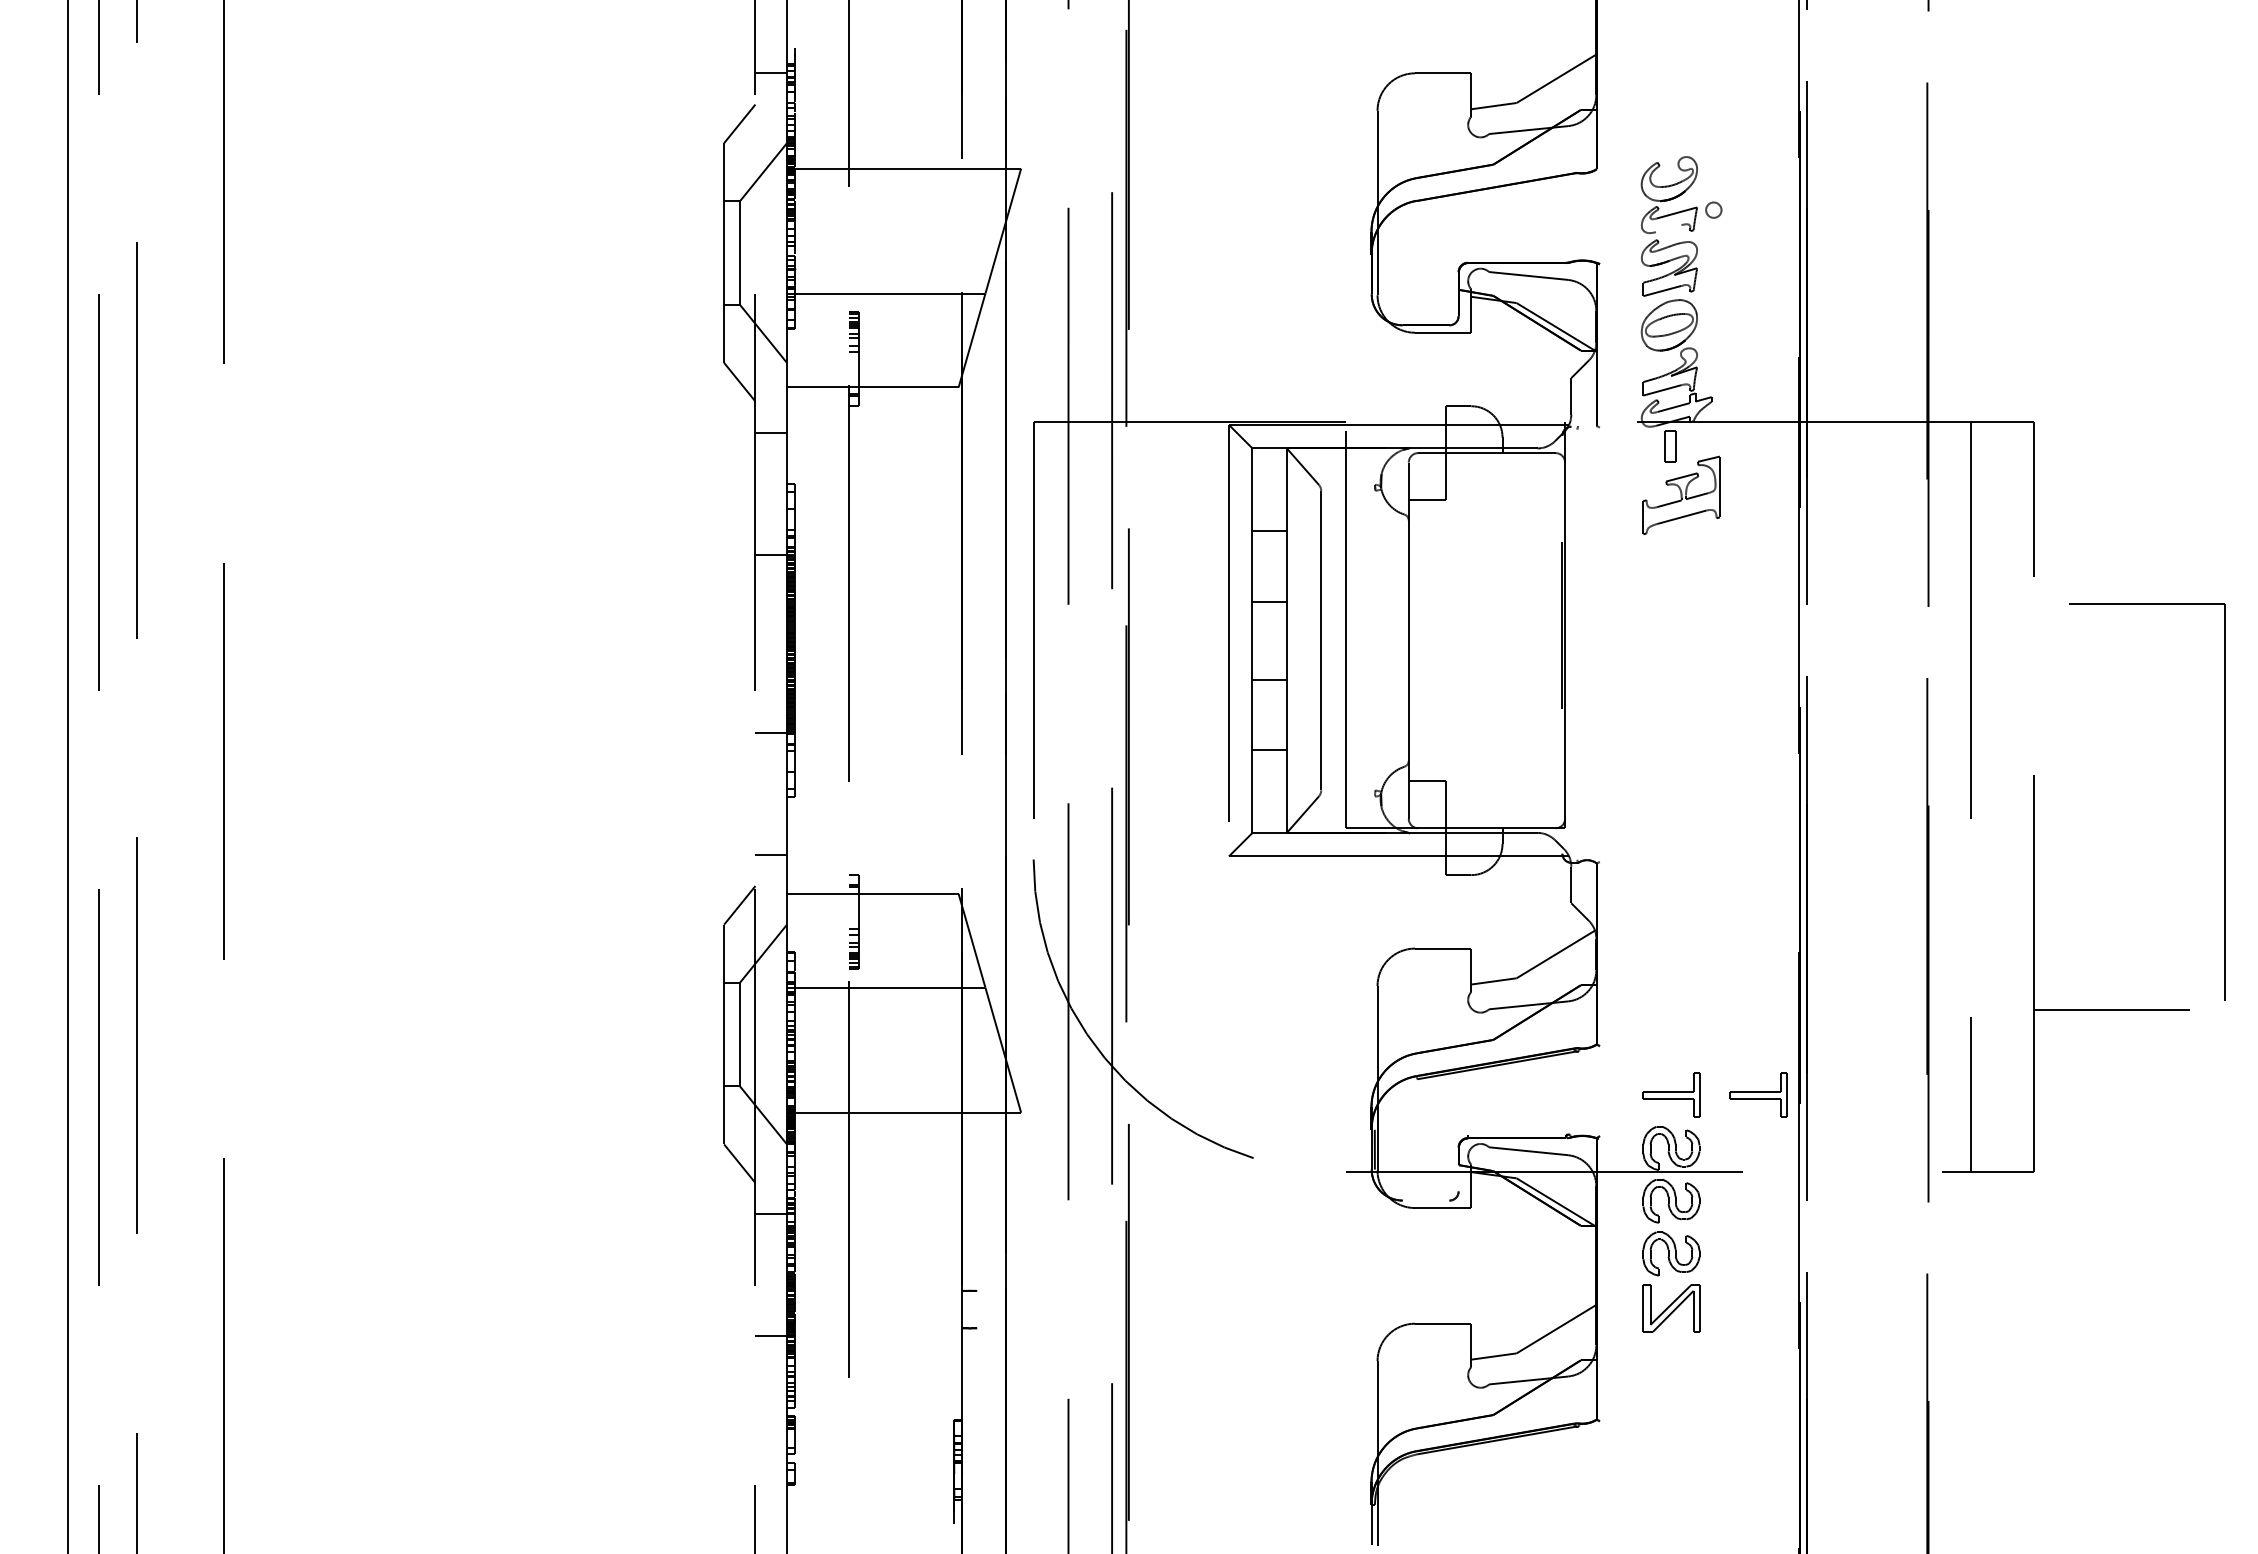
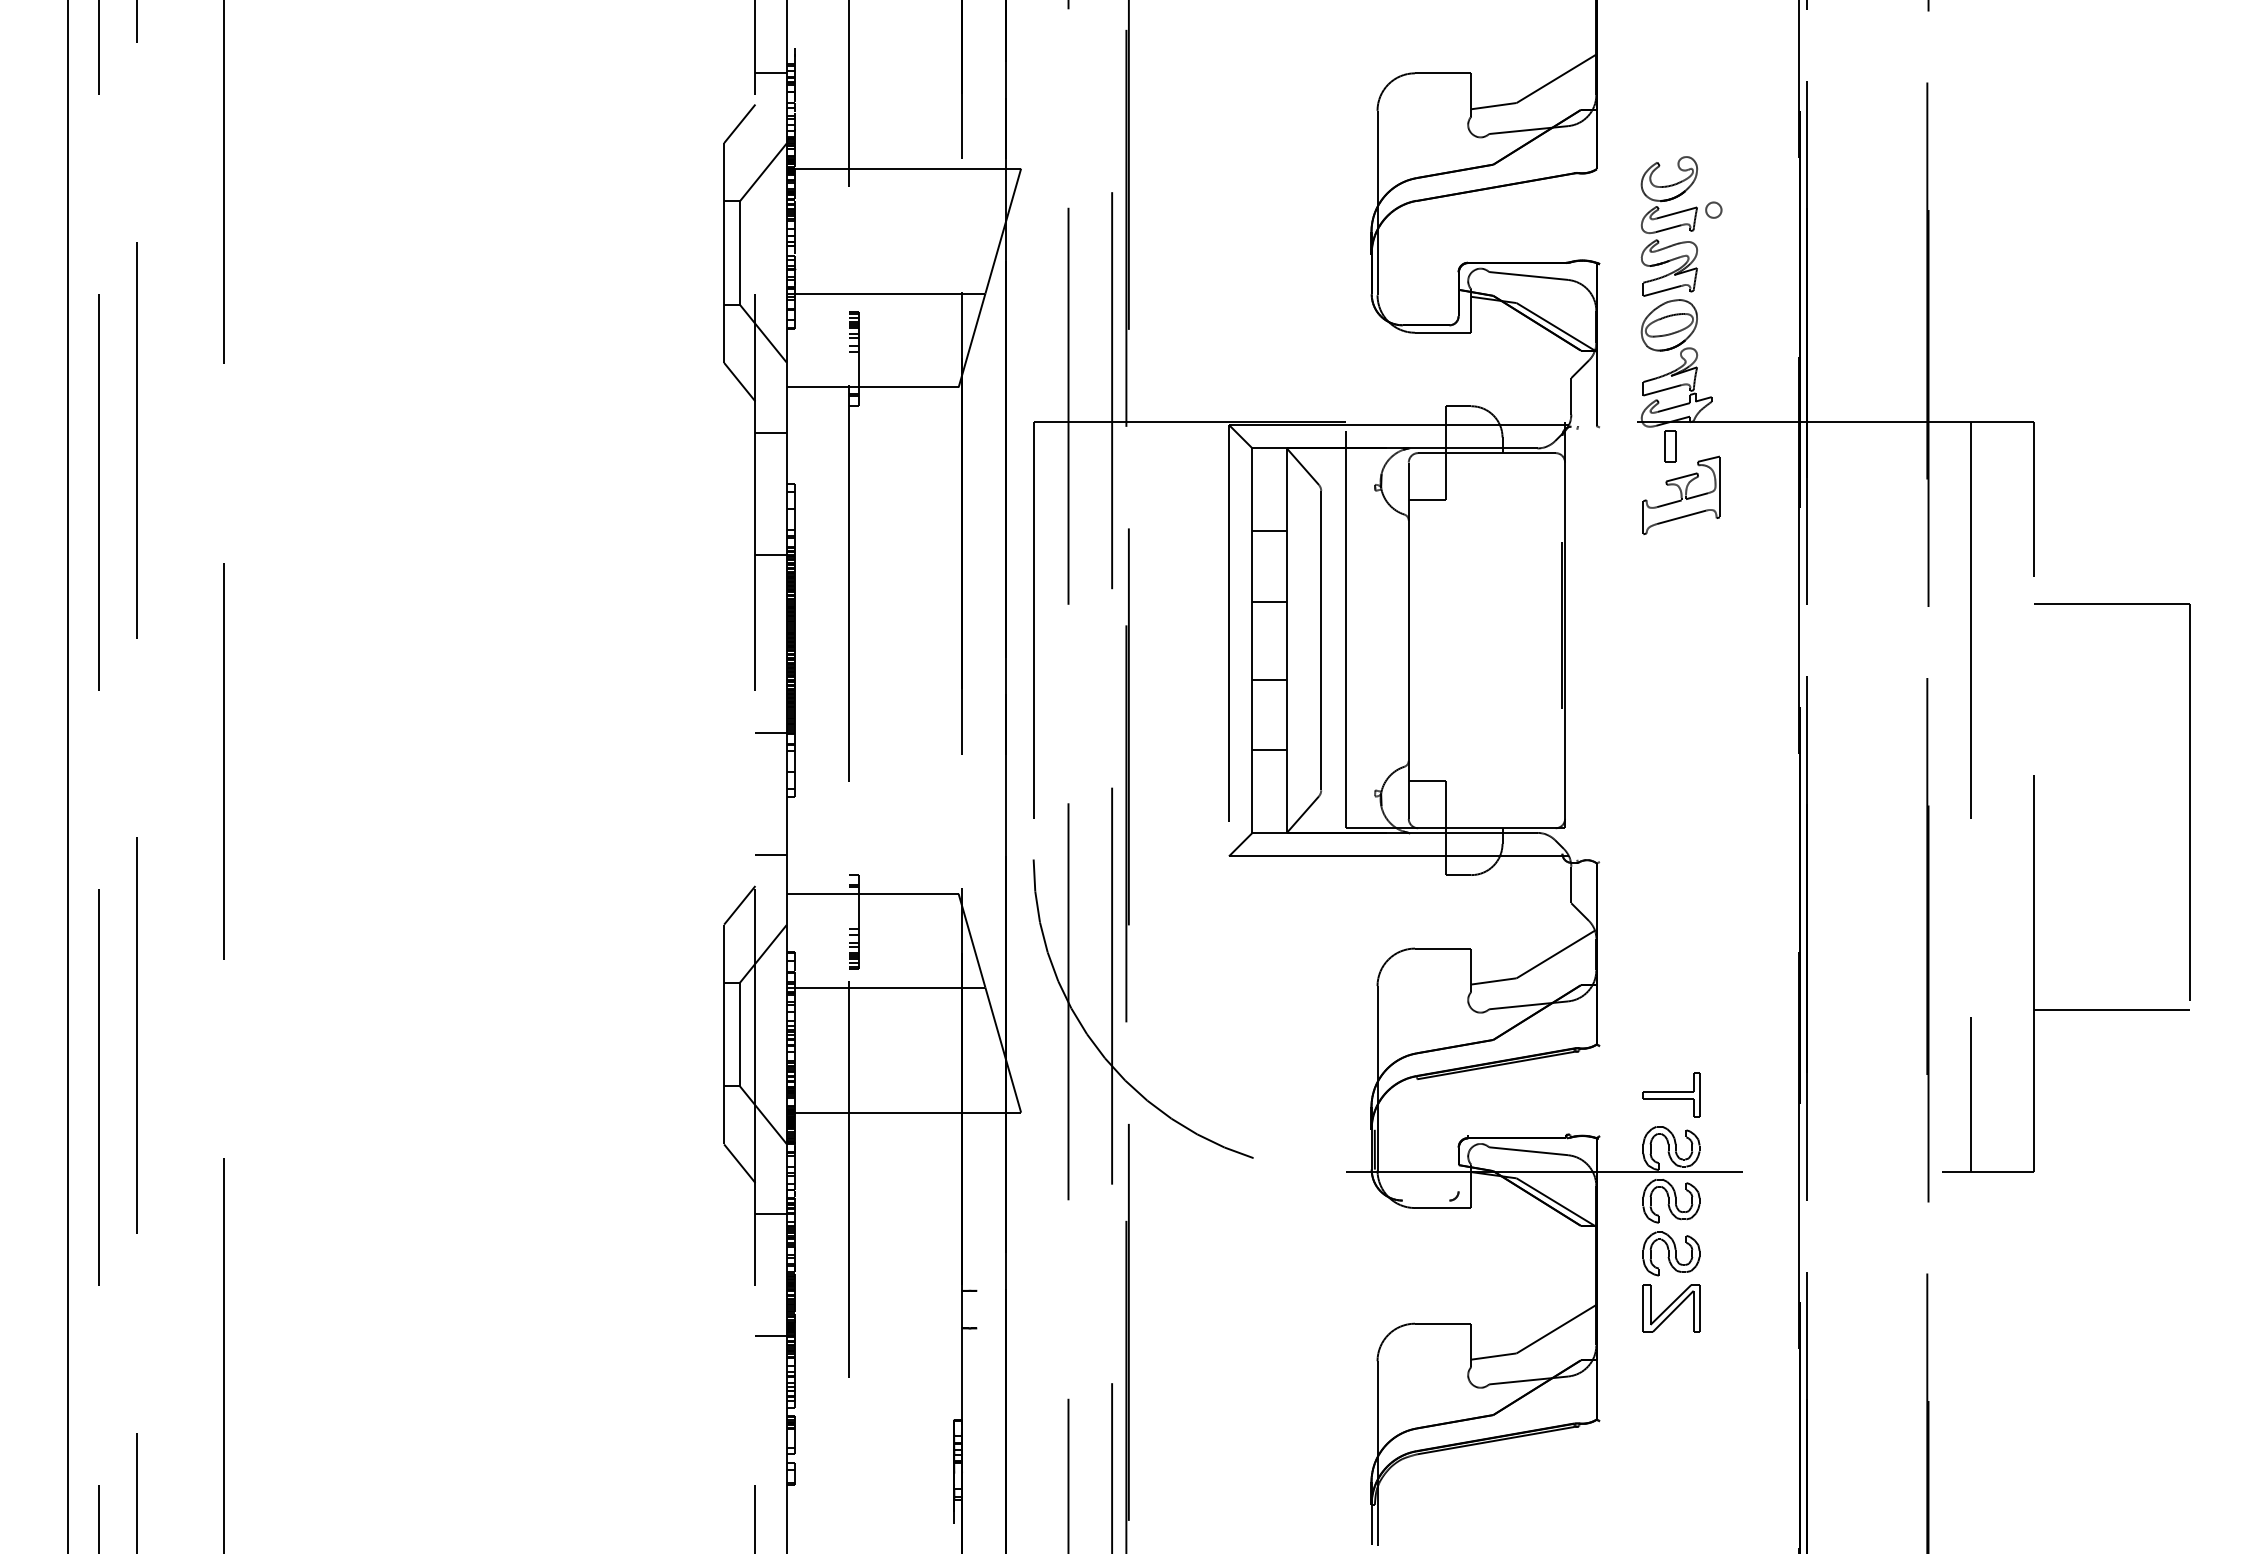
line at (1668, 228): none -> present
part at (2224, 801) position: (2224, 801) -> (2189, 801)
part at (1758, 1094): present -> none
